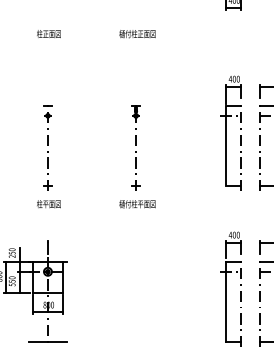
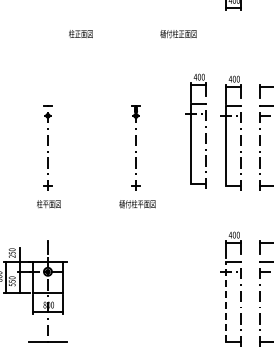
text at (48, 33) position: (48, 33) -> (80, 33)
text at (137, 34) position: (137, 34) -> (178, 34)
part at (195, 130): none -> present
line at (226, 301): solid -> dashed
